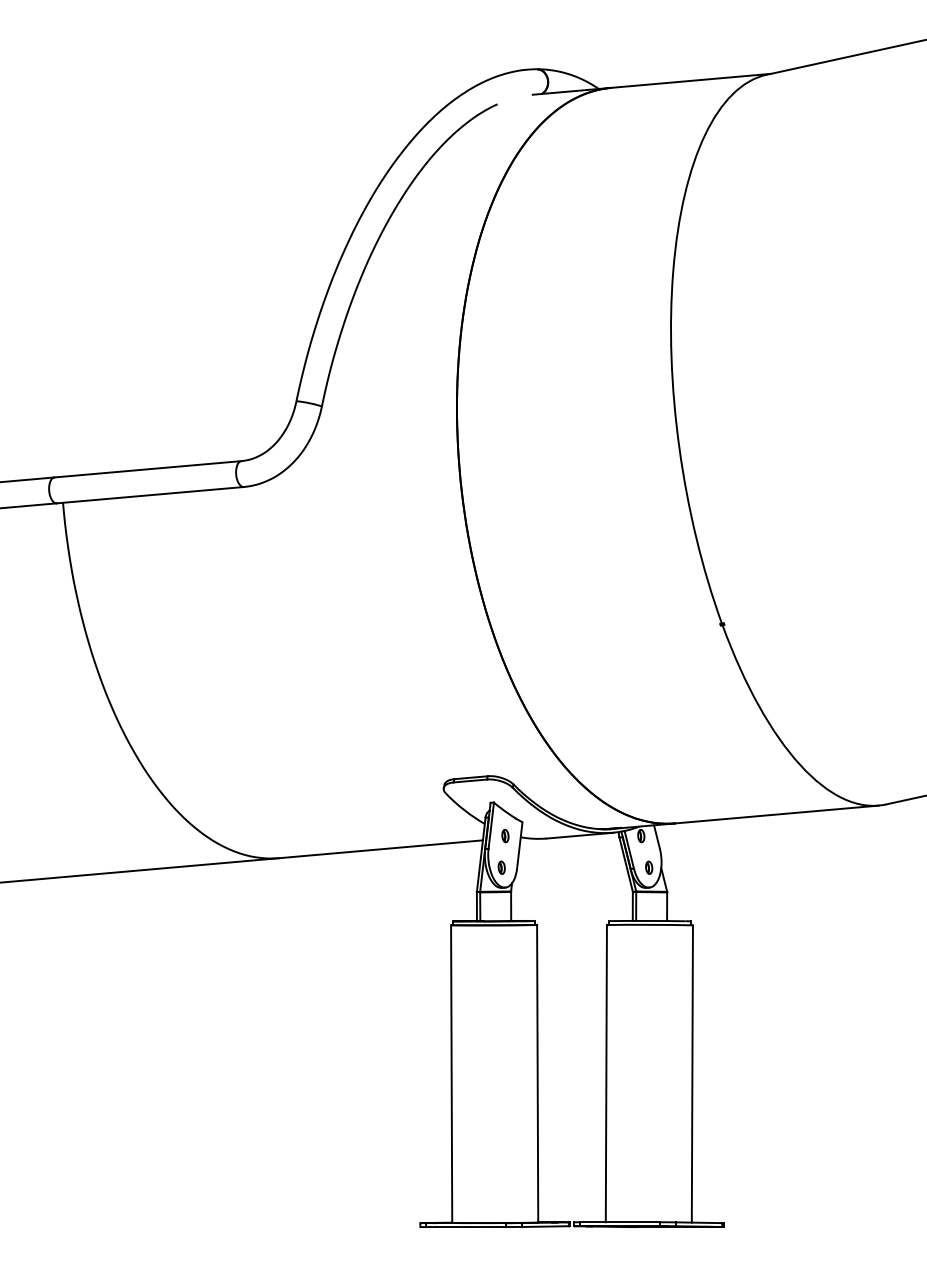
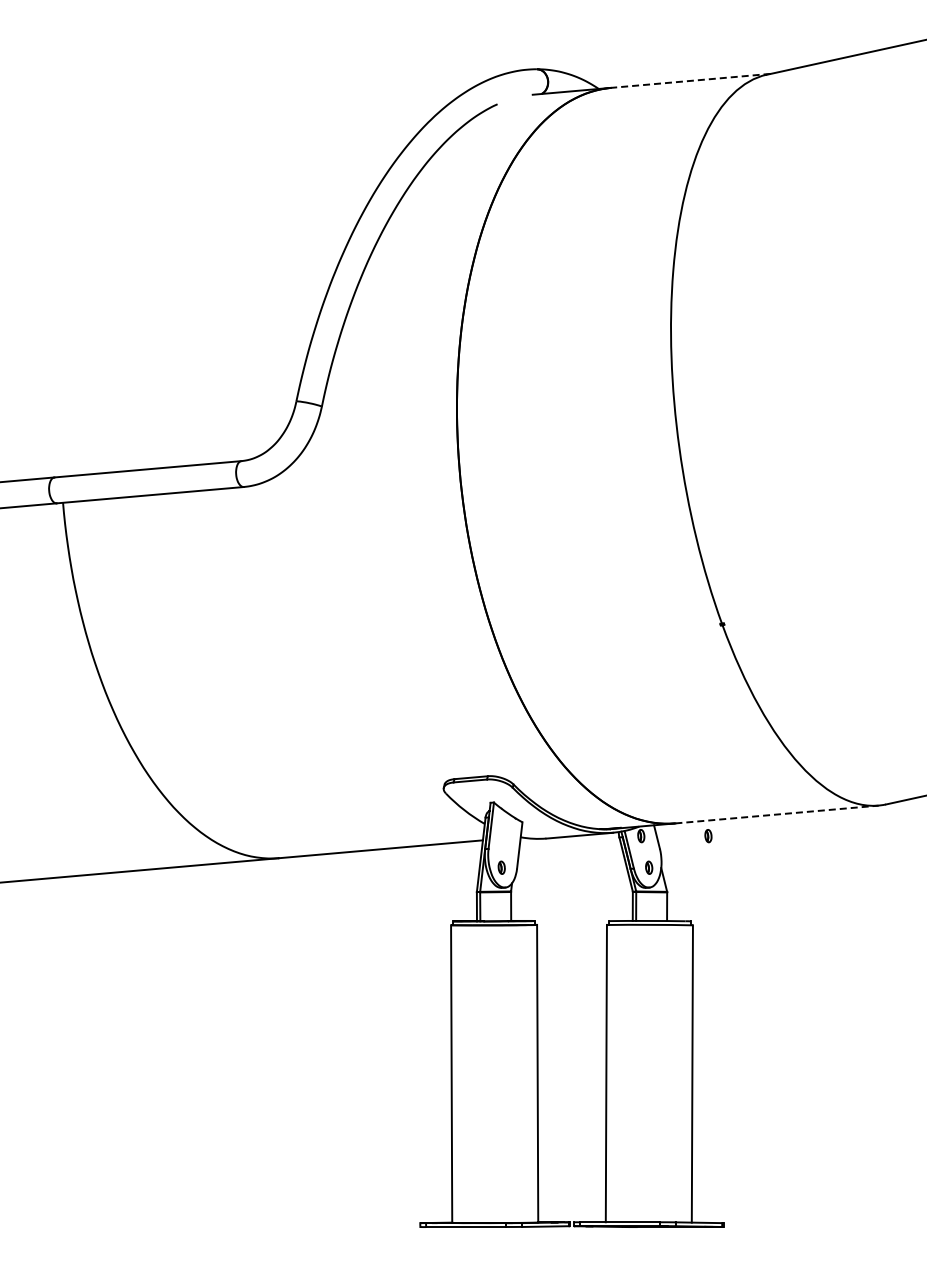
line at (690, 80): solid -> dashed
line at (777, 814): solid -> dashed
part at (505, 836) position: (505, 836) -> (708, 836)
